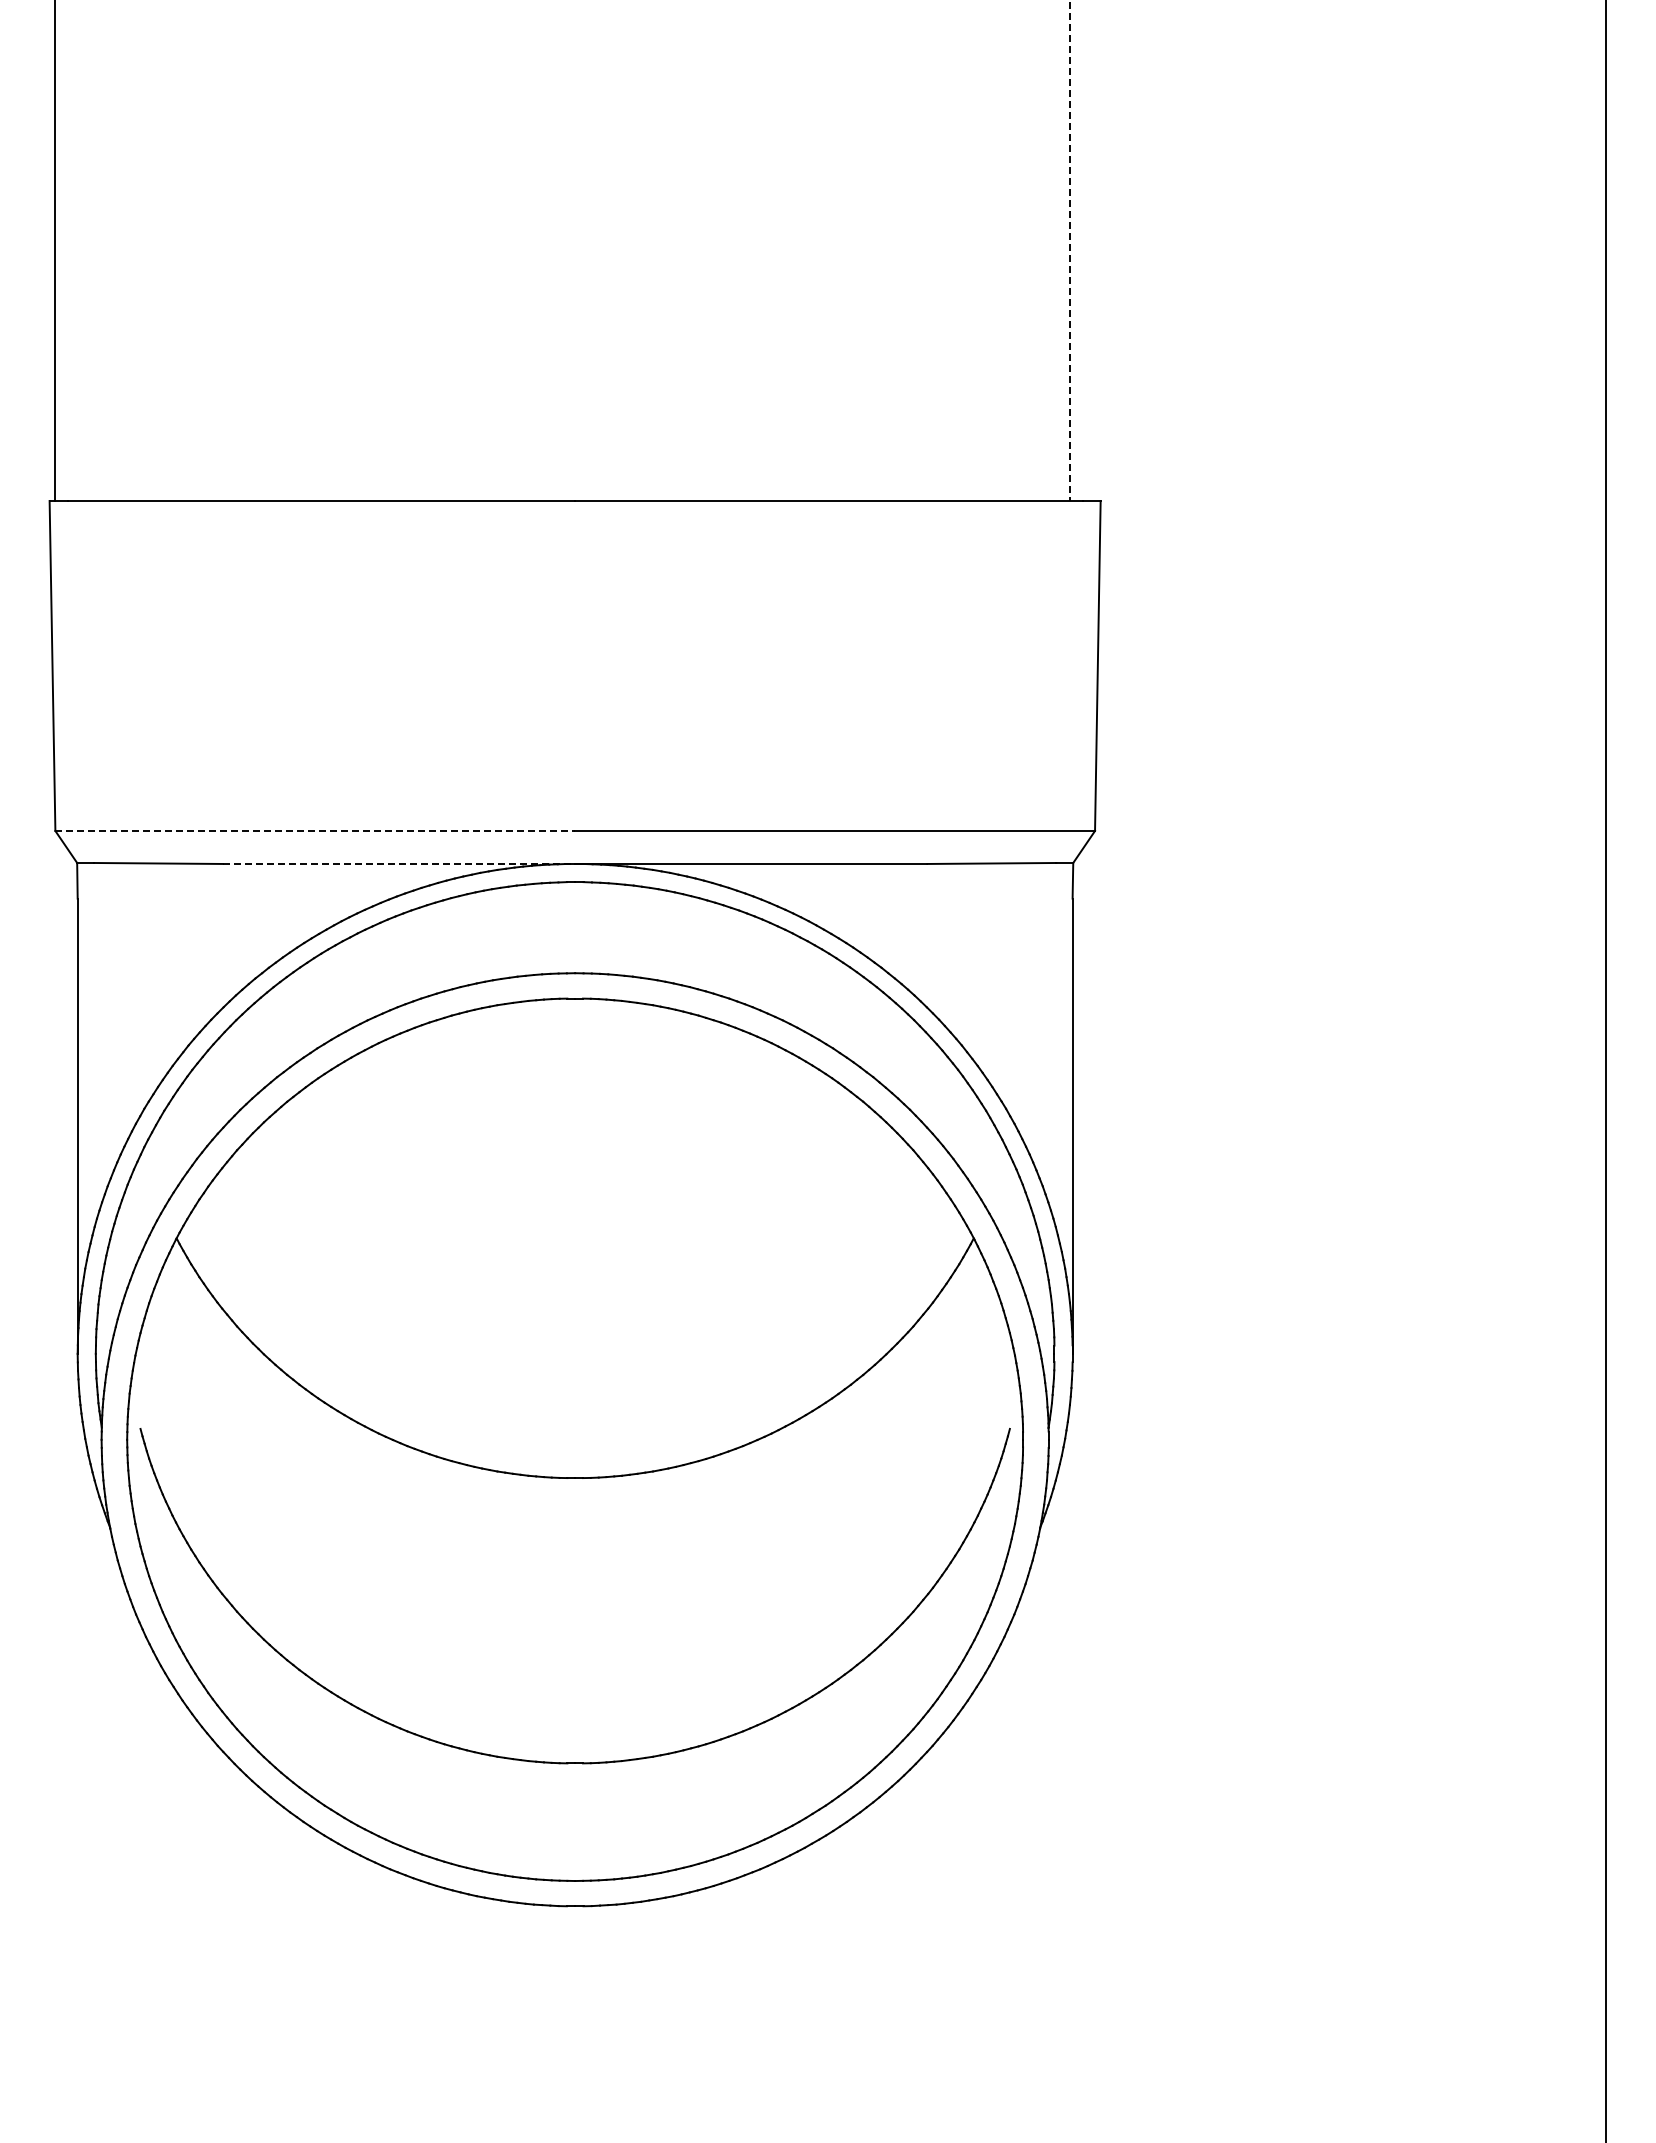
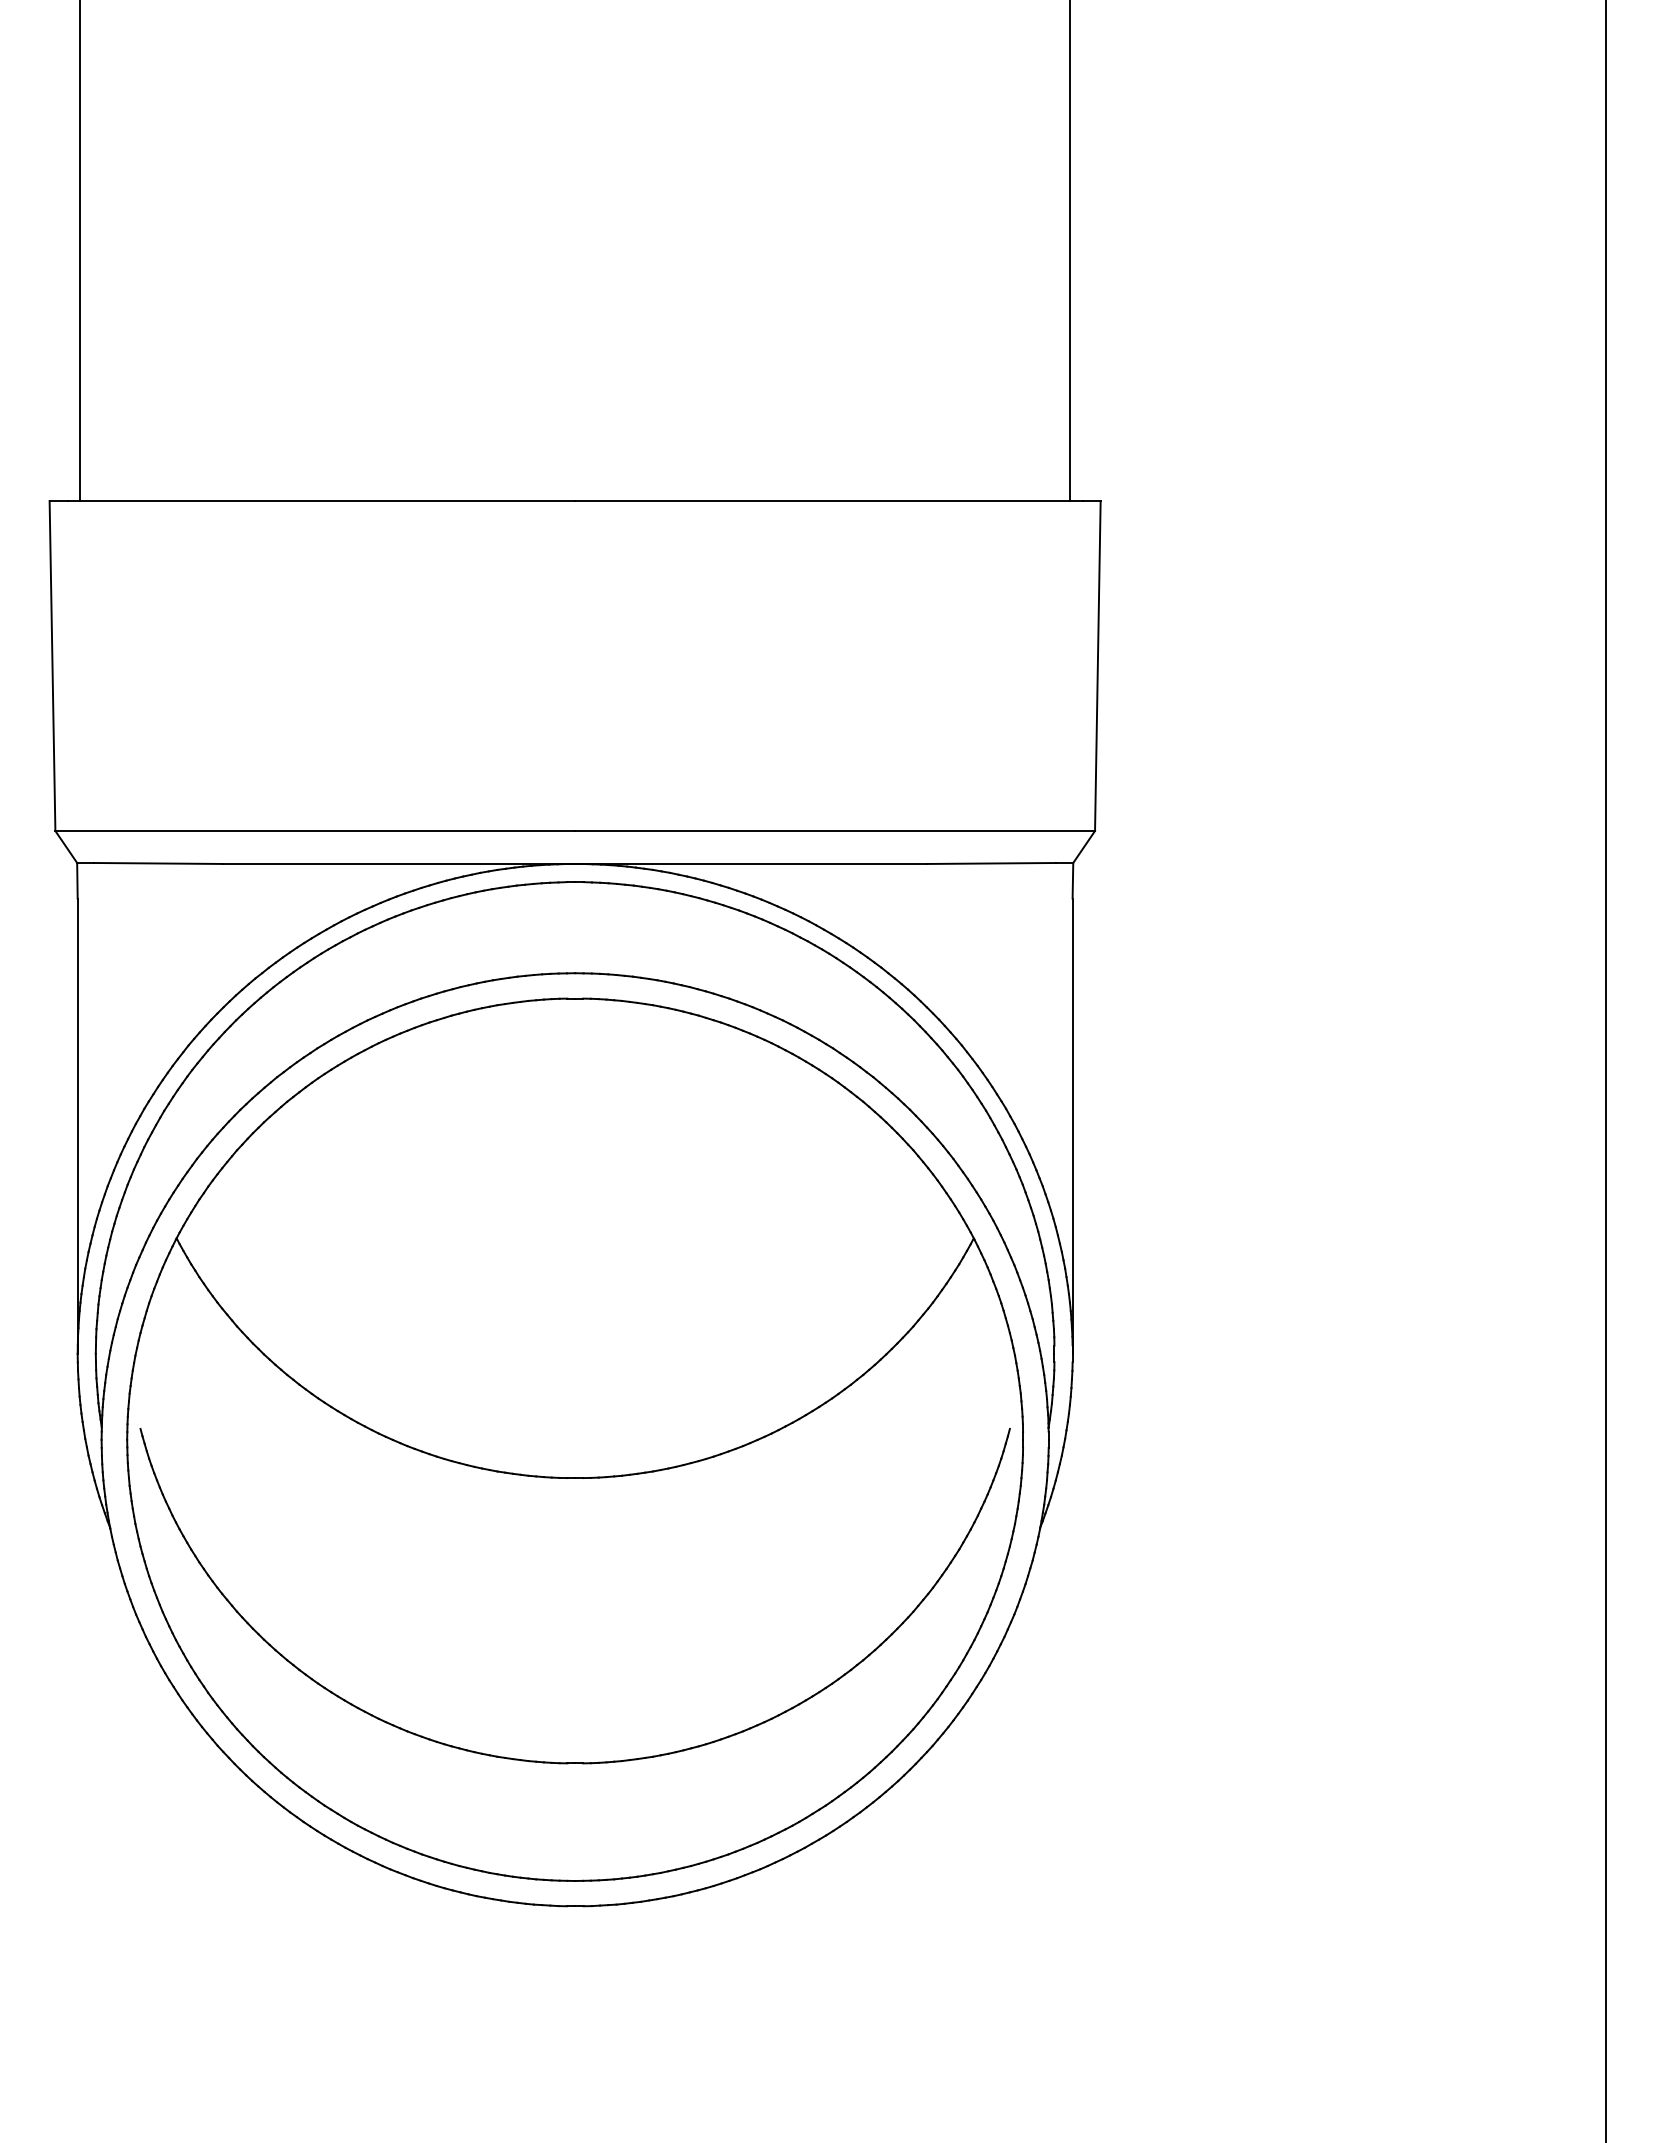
line at (55, 251) position: (55, 251) -> (80, 251)
line at (1070, 251): dashed -> solid
line at (315, 830): dashed -> solid
line at (399, 863): dashed -> solid
